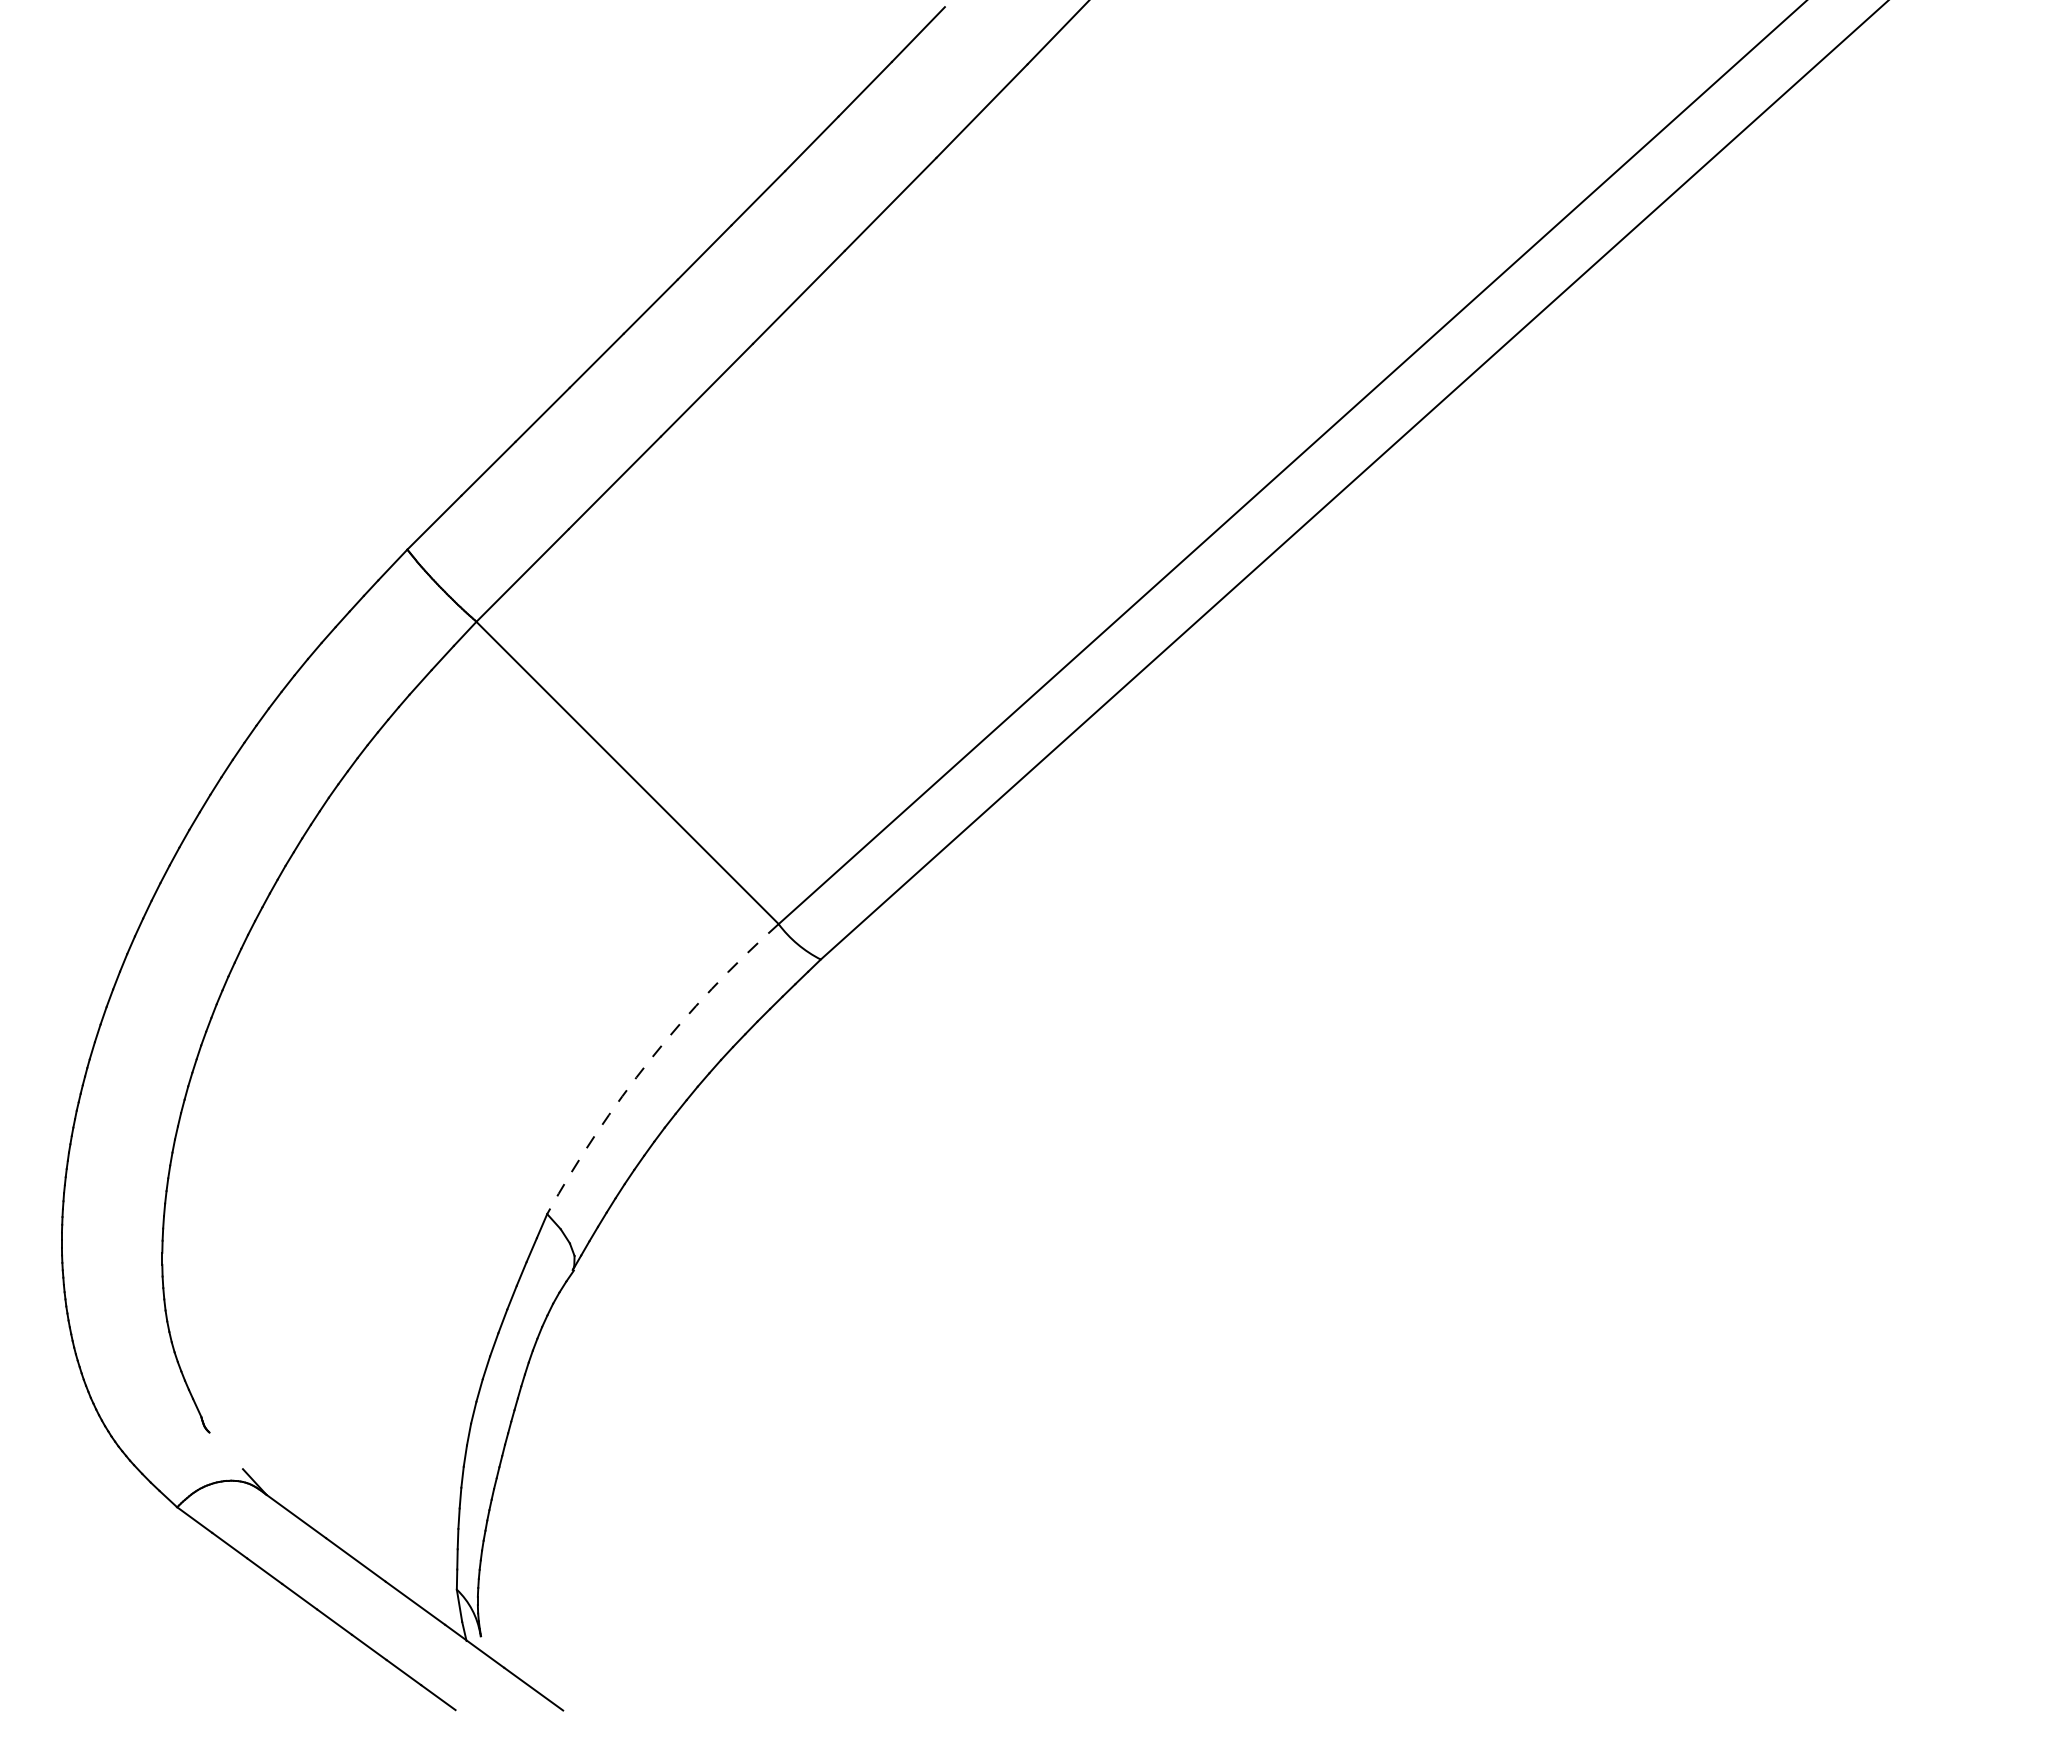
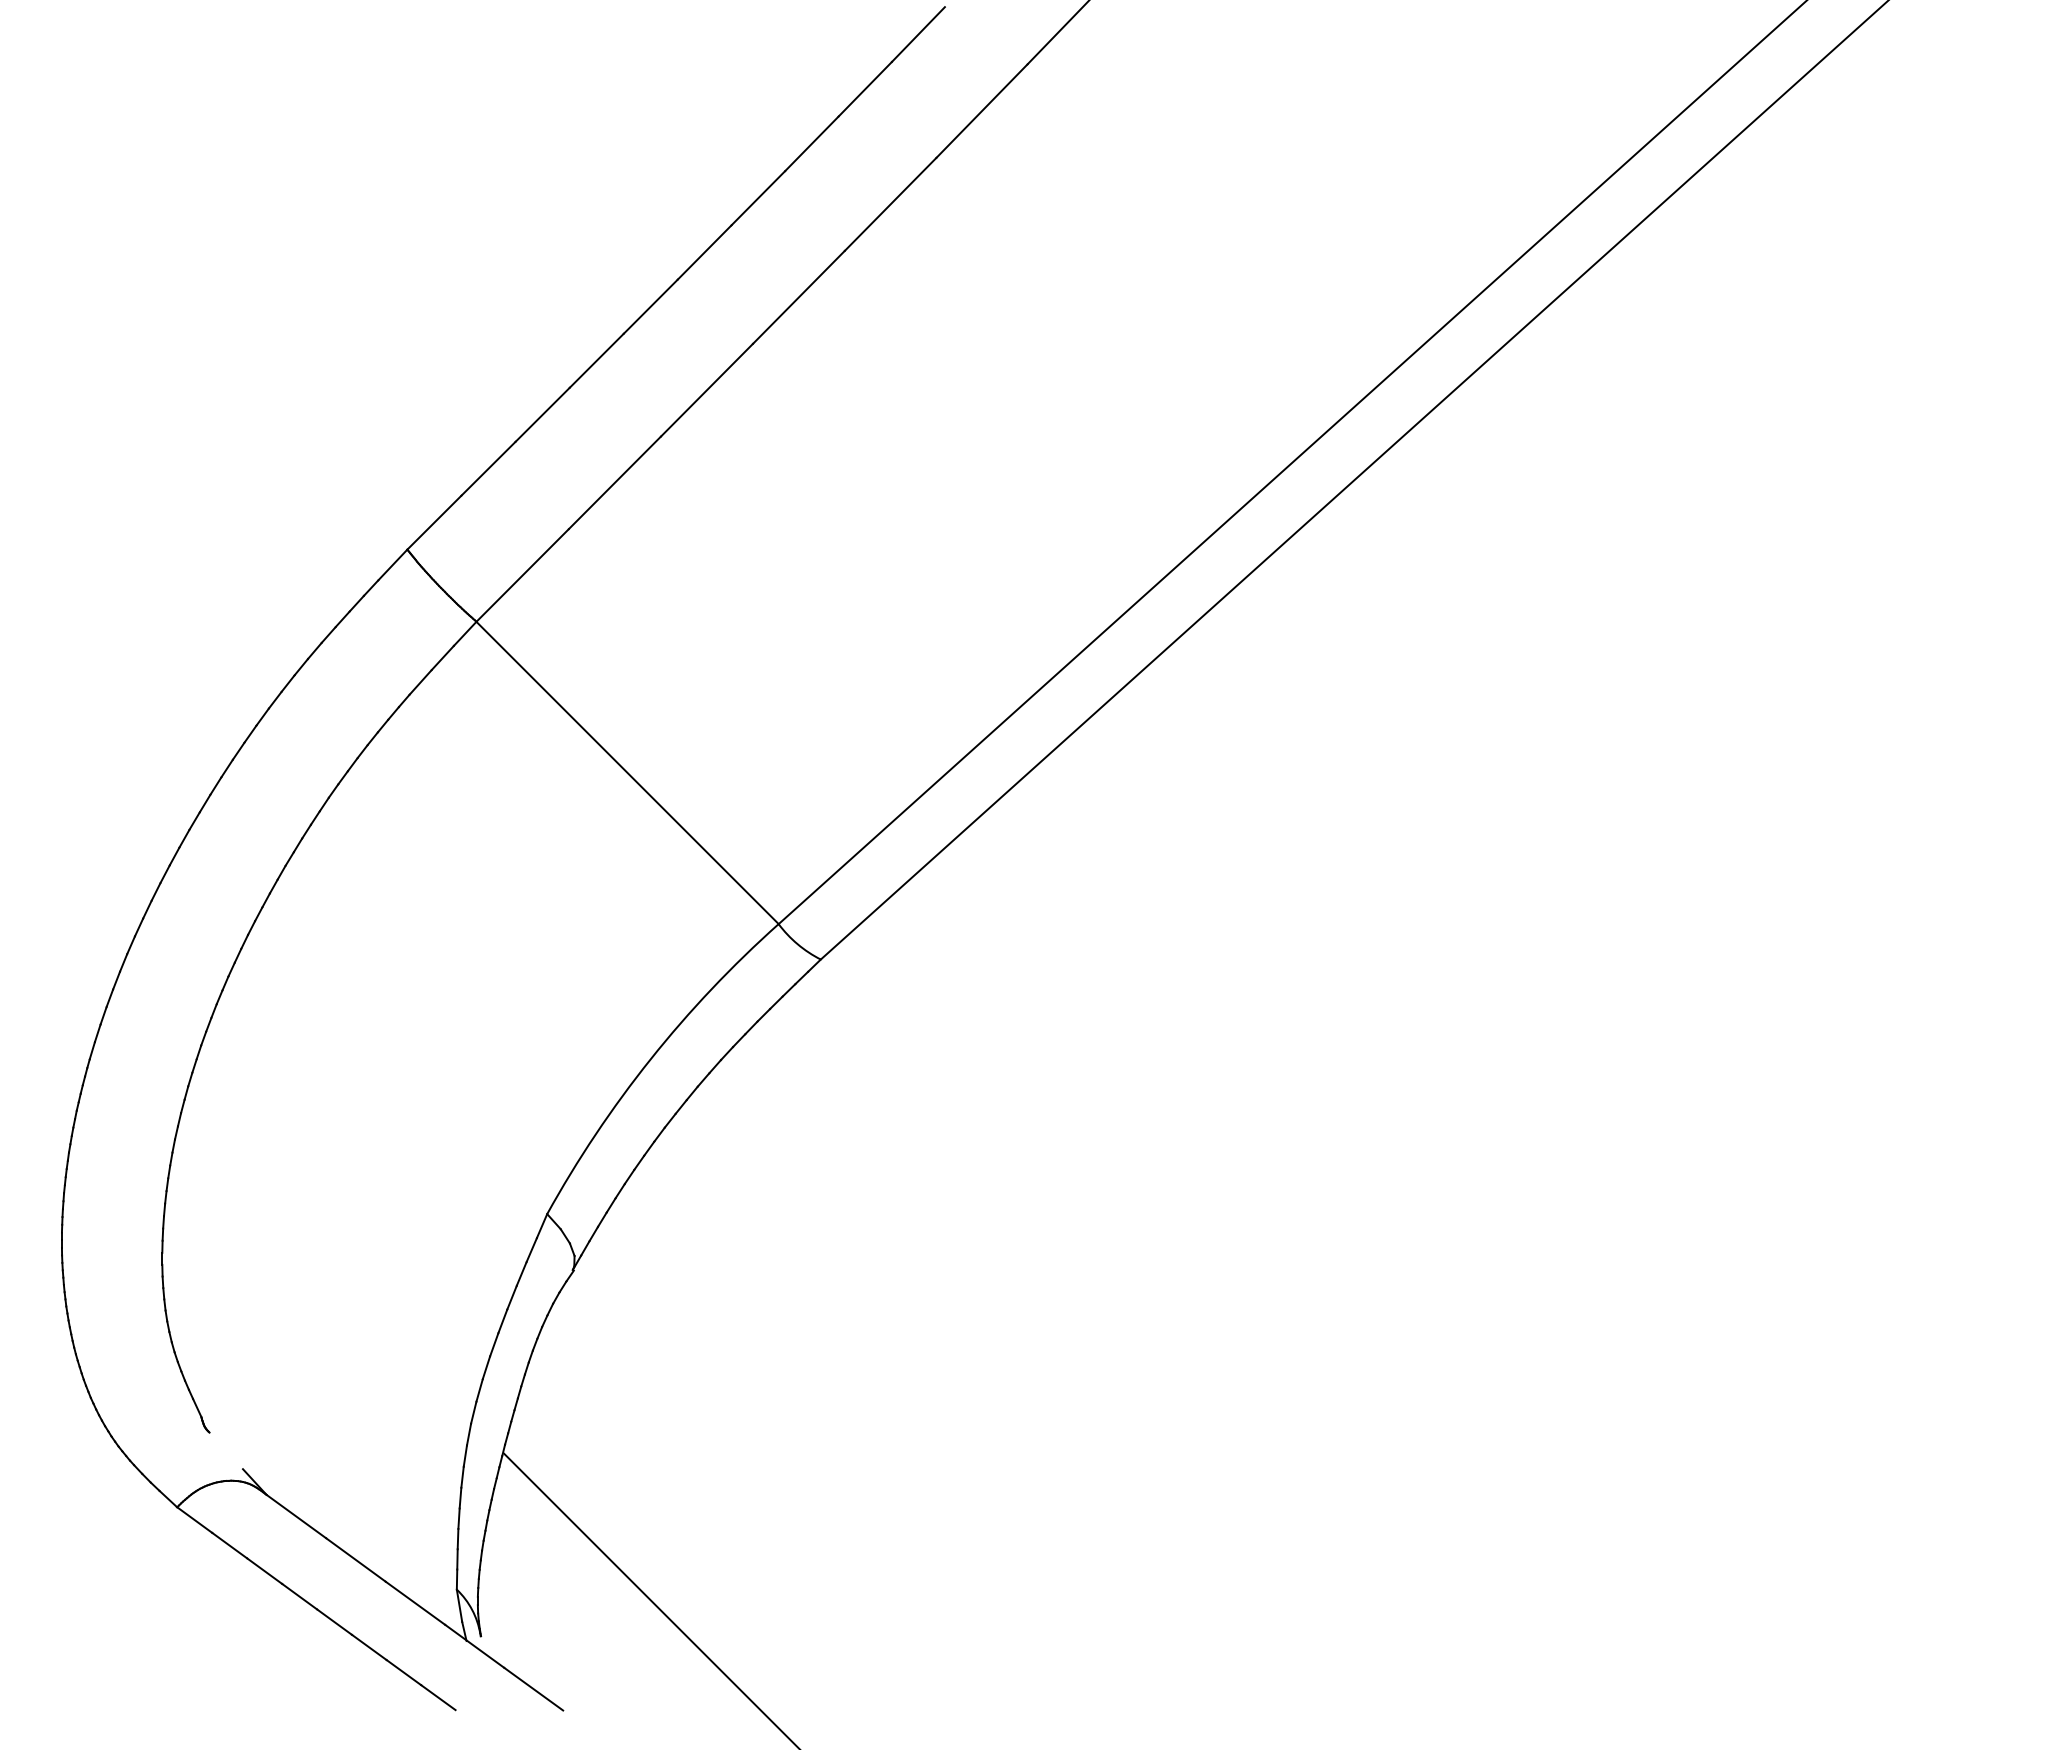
arc at (650, 1059): dashed -> solid
line at (650, 1599): none -> present
